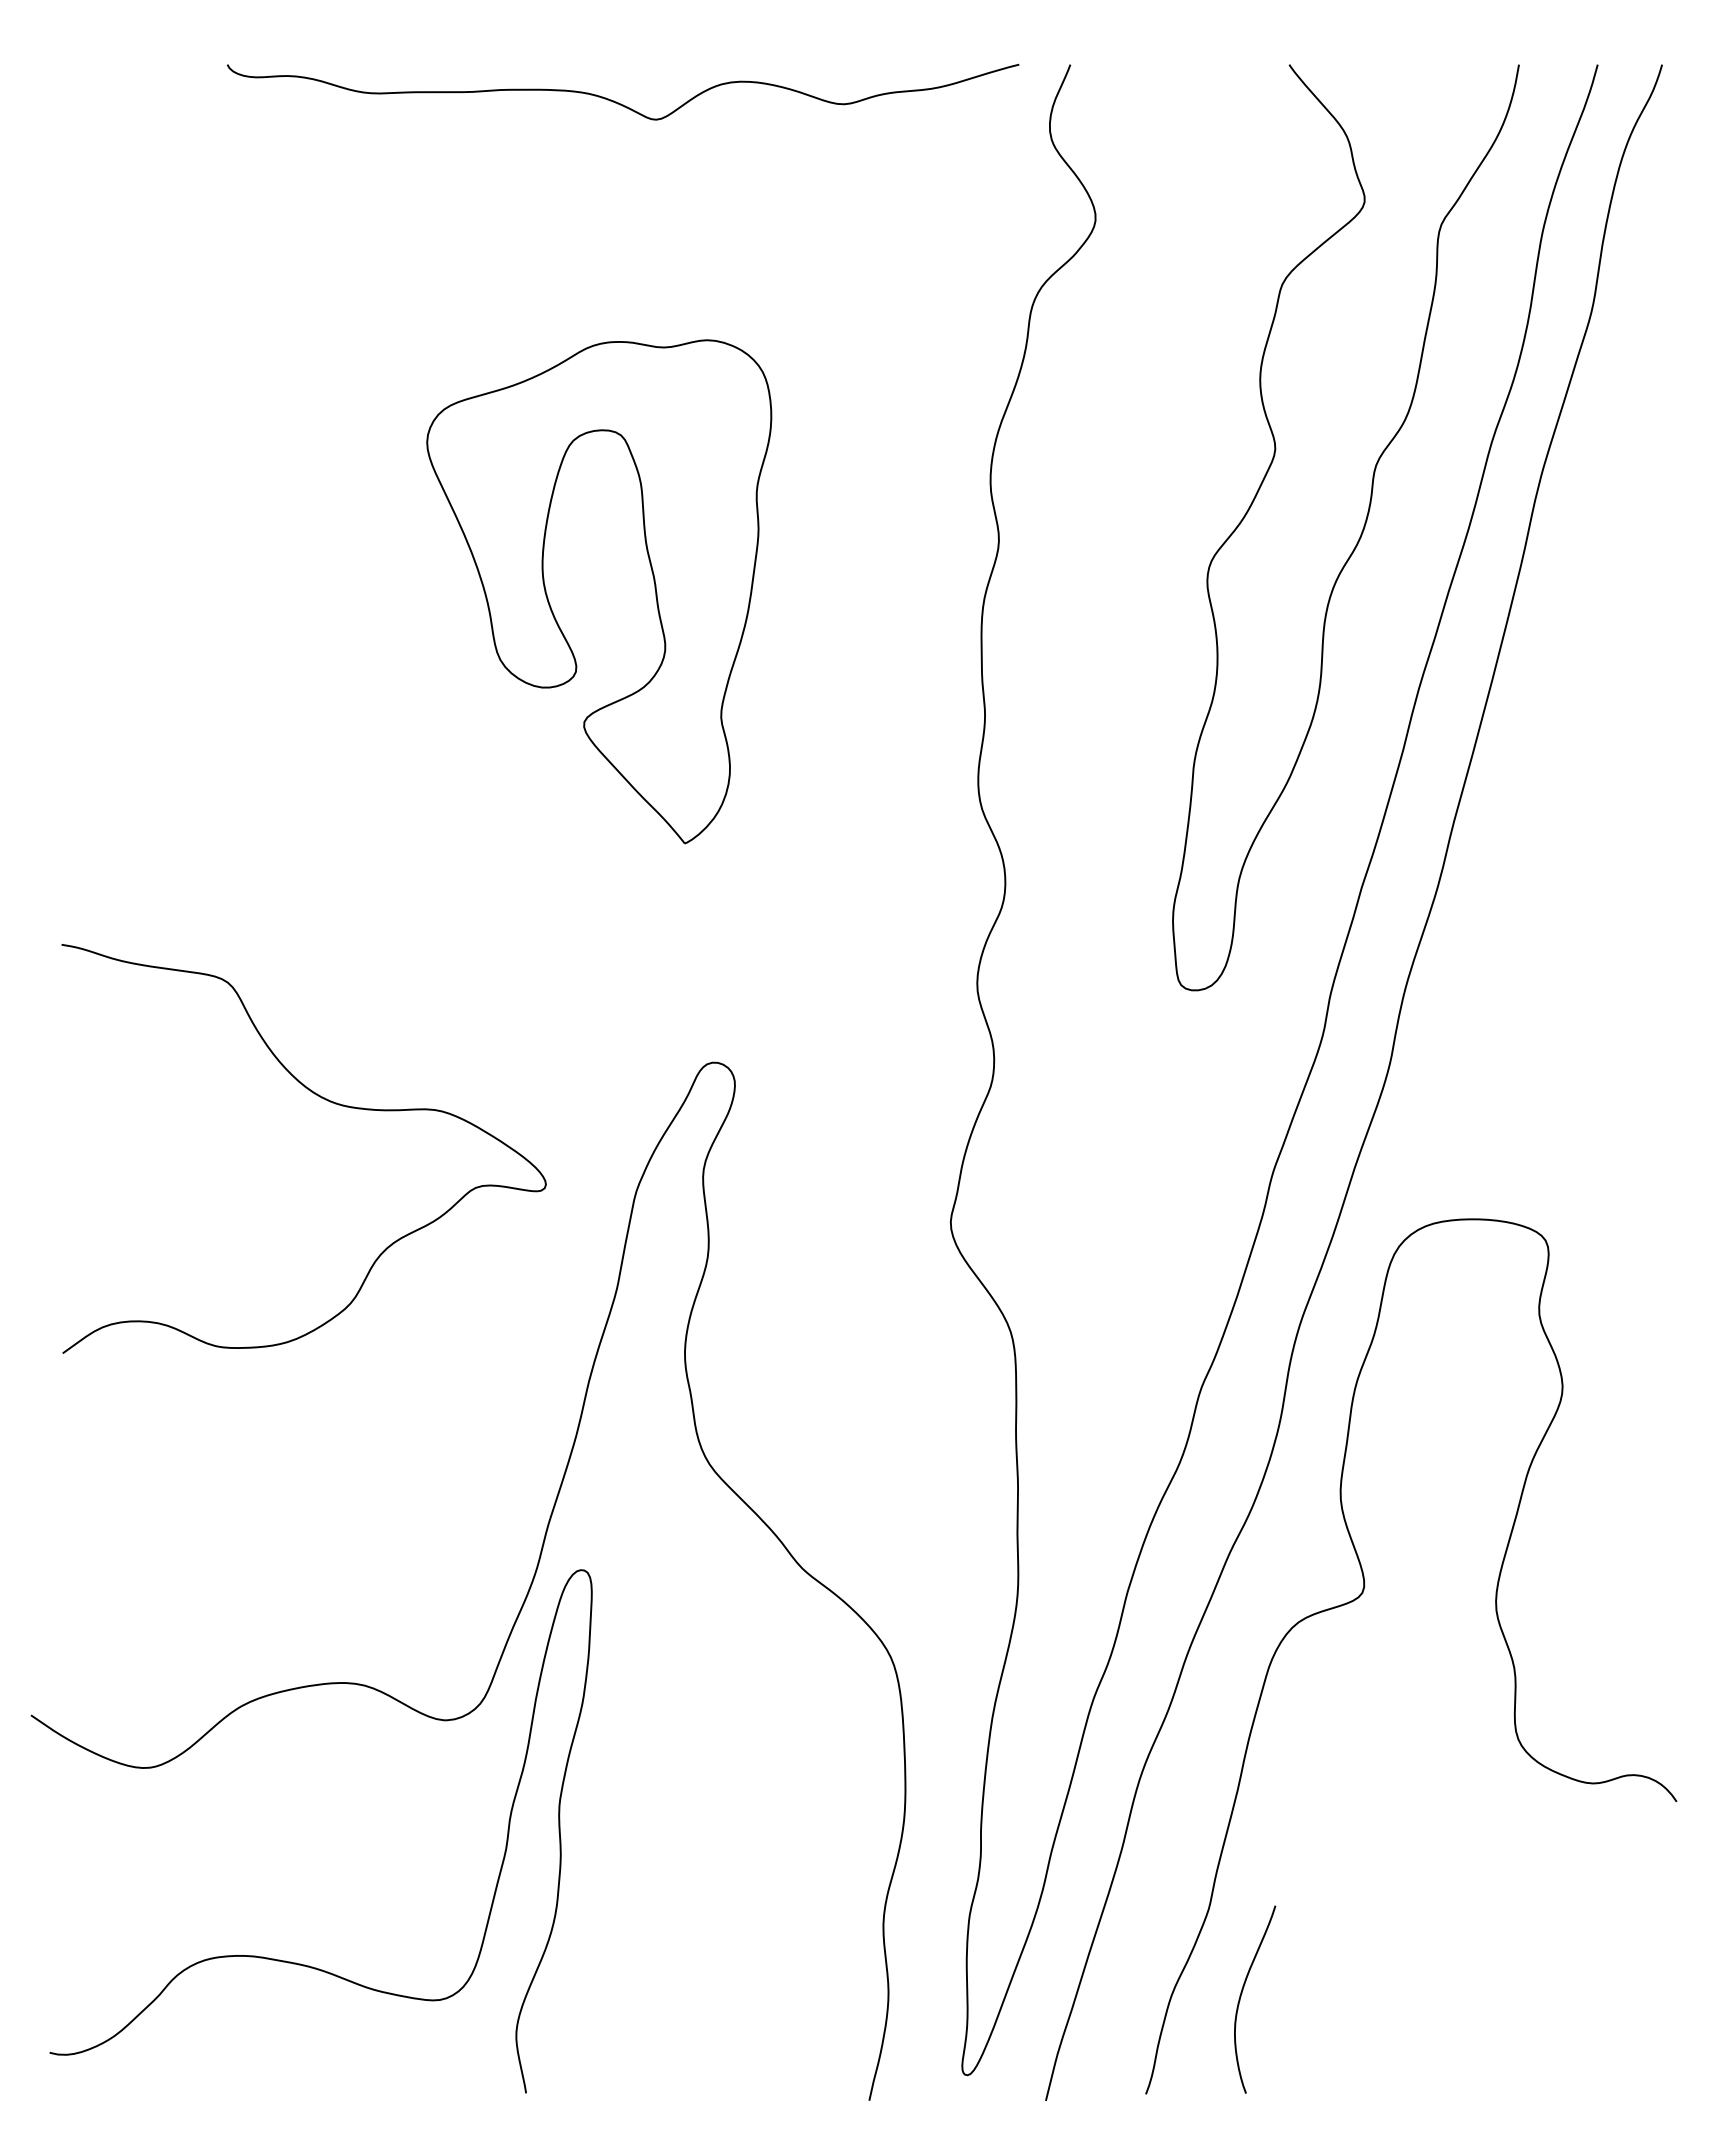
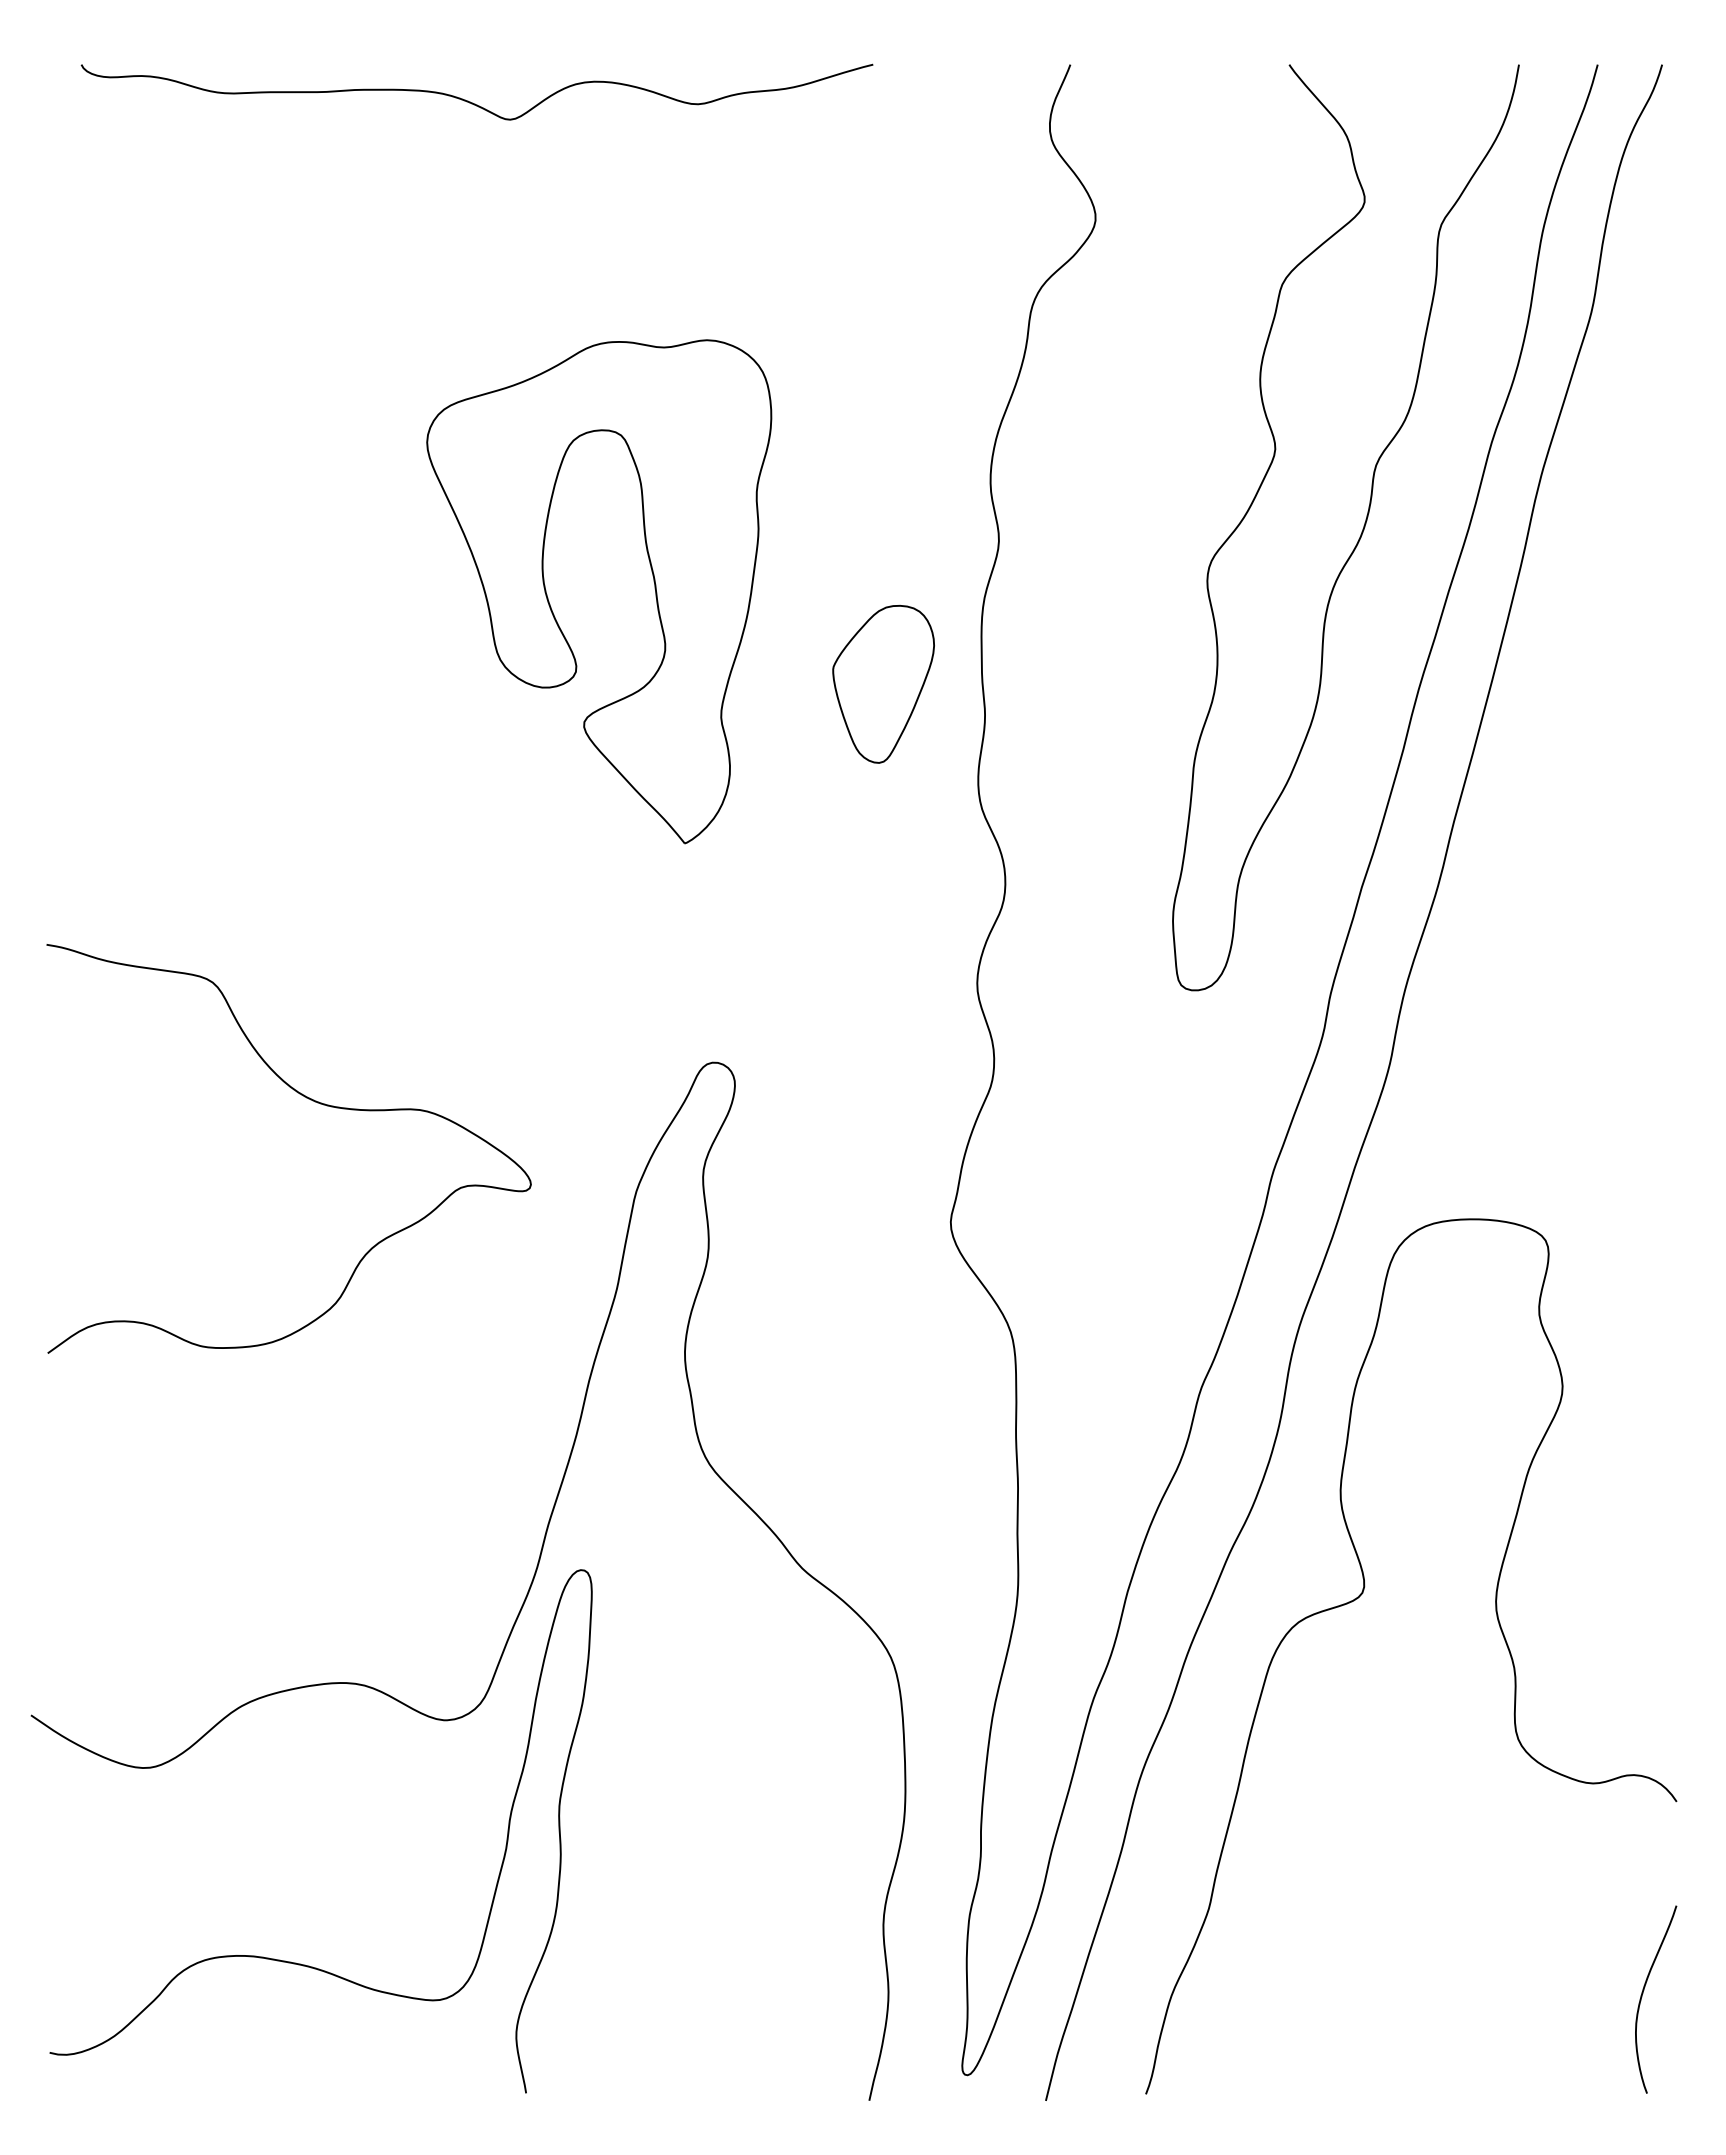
curve at (616, 101) position: (616, 101) -> (470, 101)
part at (883, 684): none -> present
curve at (327, 1101) position: (327, 1101) -> (312, 1101)
curve at (1241, 1997) position: (1241, 1997) -> (1642, 1997)
